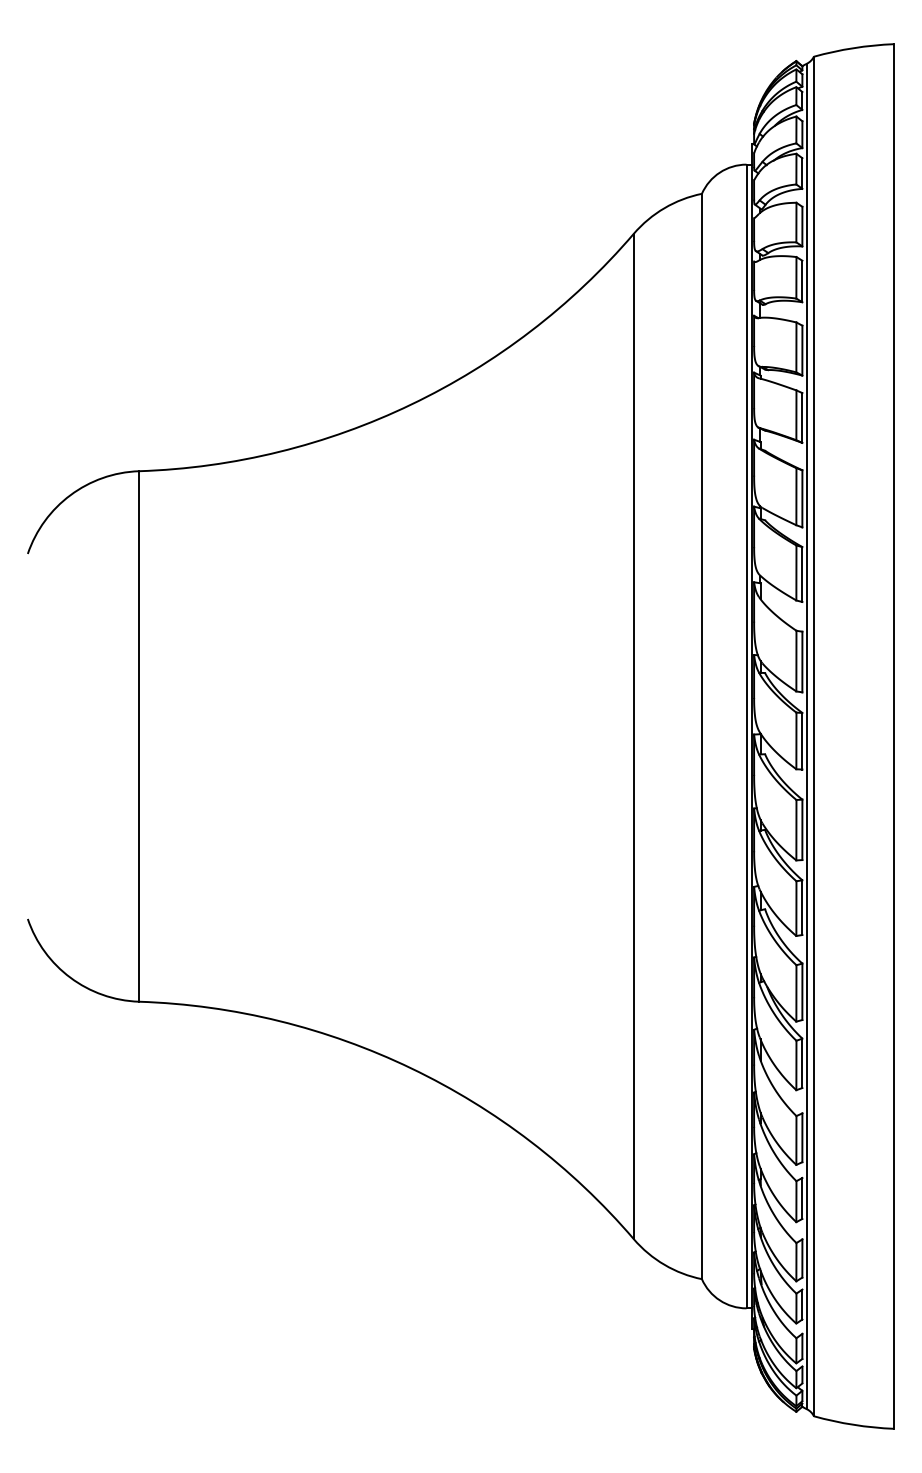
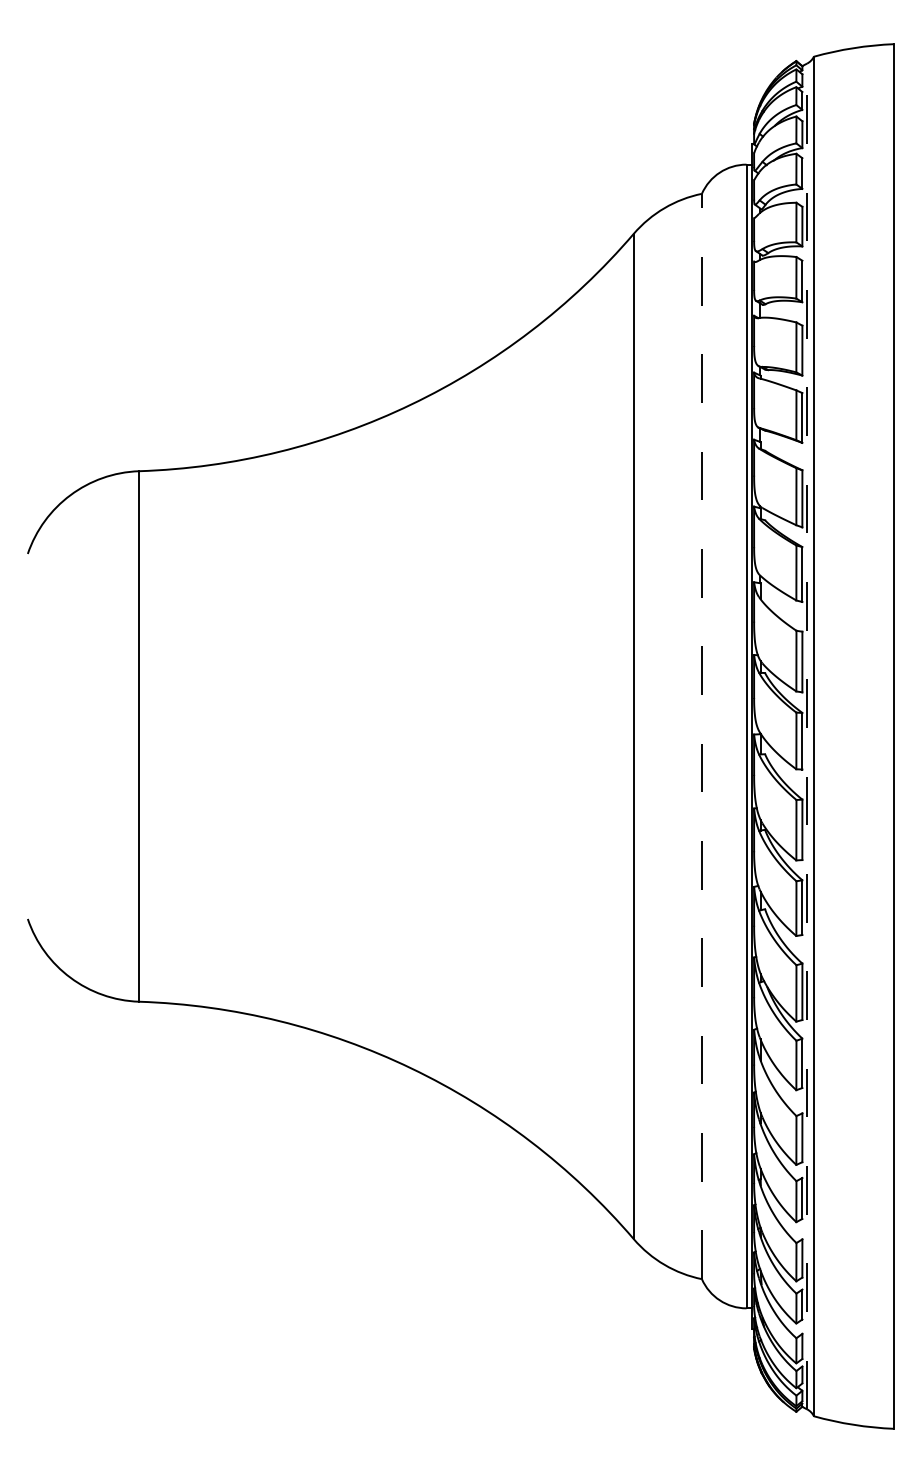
line at (701, 736): solid -> dashed
line at (807, 736): solid -> dashed
